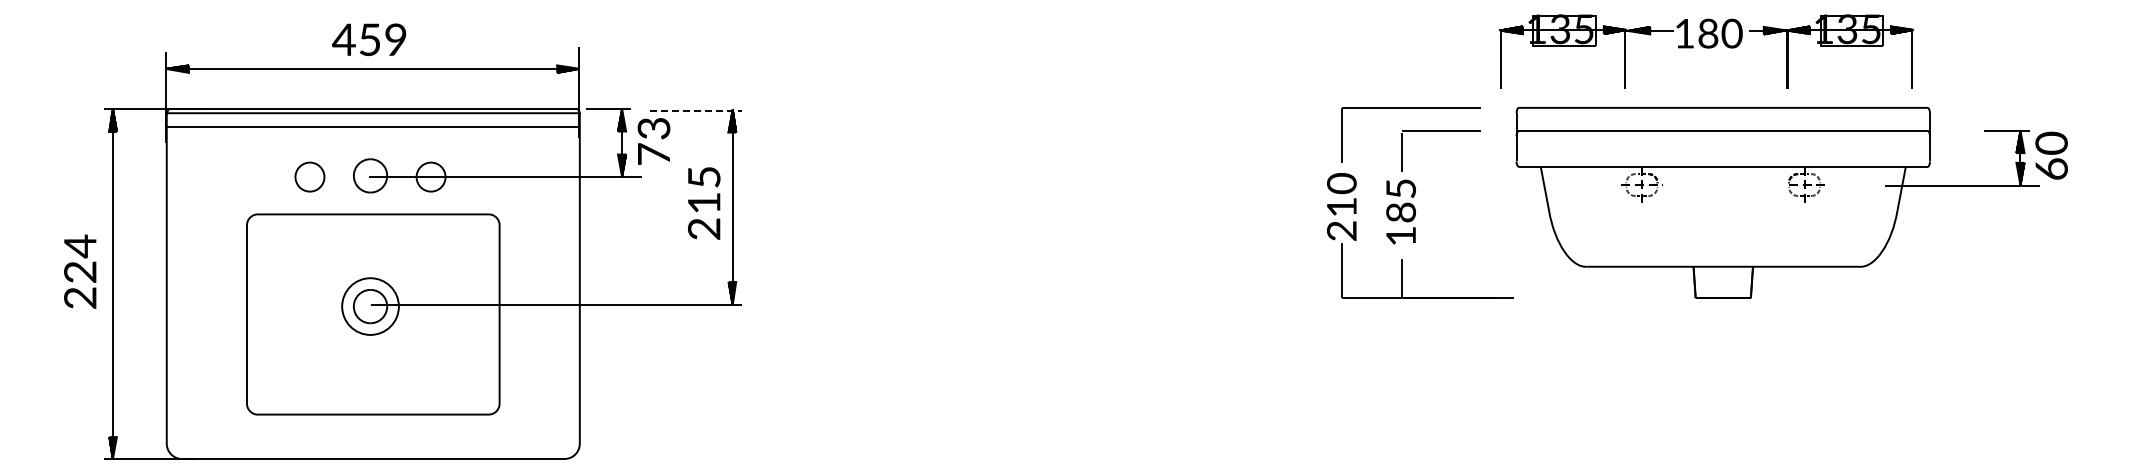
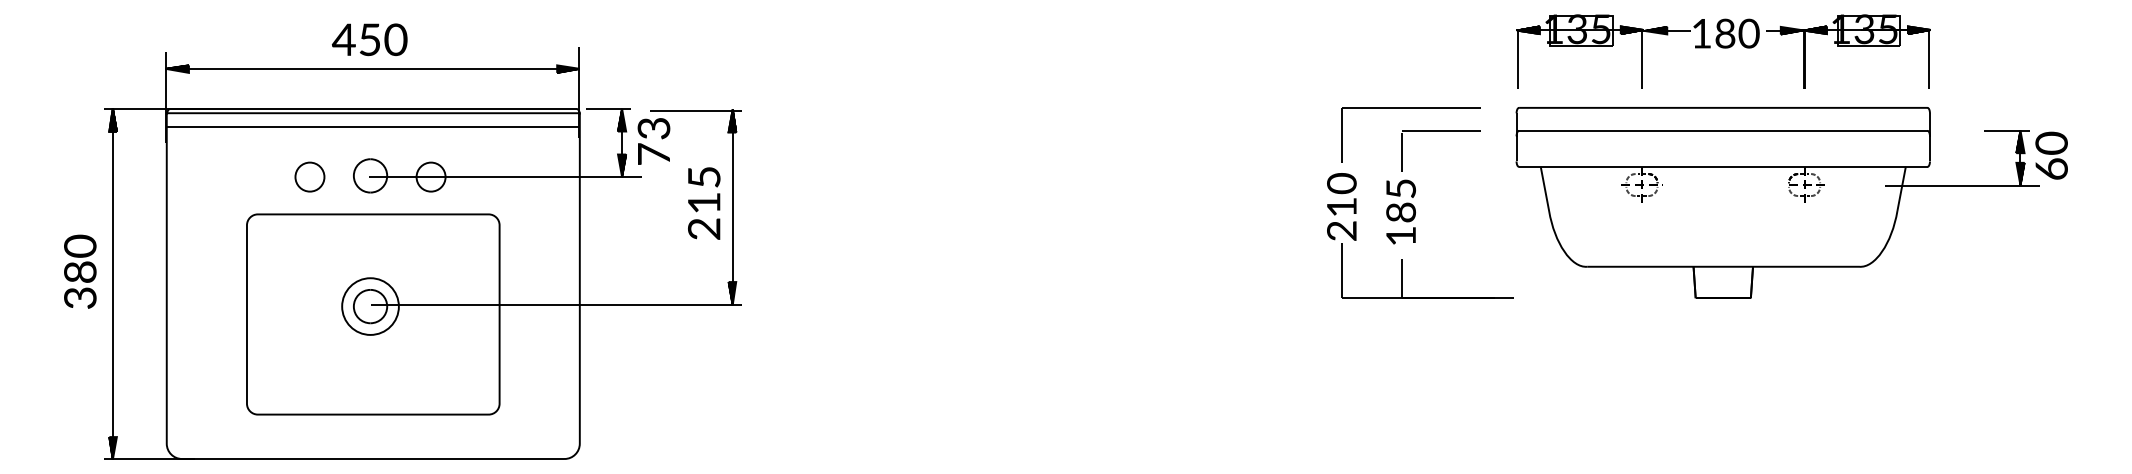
text at (395, 40): 459 -> 450
part at (1706, 51) position: (1706, 51) -> (1723, 51)
line at (696, 110): dashed -> solid
text at (80, 271): 224 -> 380
